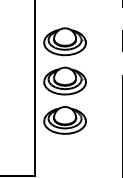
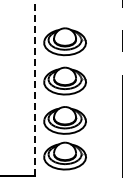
line at (34, 87): solid -> dashed
part at (64, 155): none -> present
